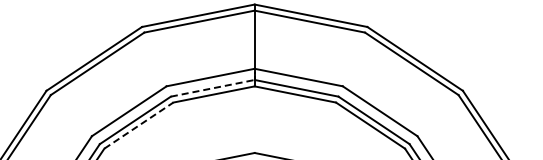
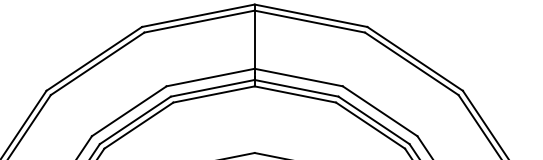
line at (212, 88): dashed -> solid
line at (139, 125): dashed -> solid
